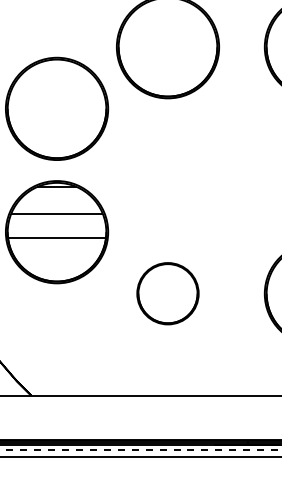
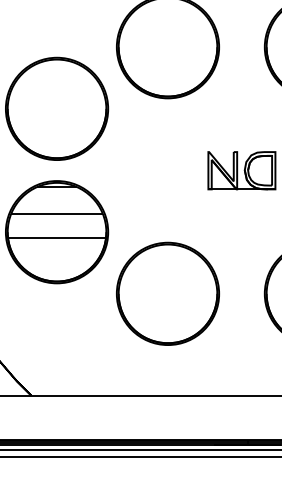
part at (241, 170): none -> present
part at (167, 293) size: 64x64 px -> 104x105 px
line at (140, 449): dashed -> solid
